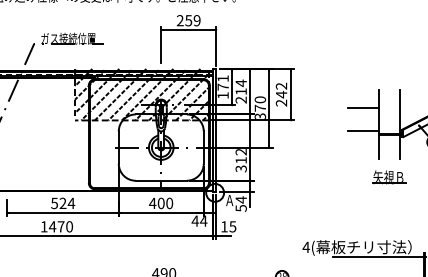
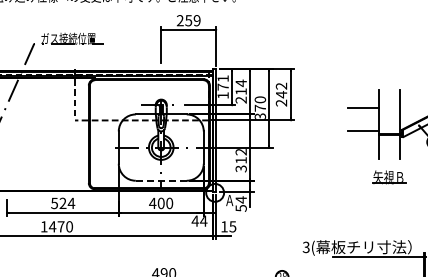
hatch at (141, 94): present -> none
line at (160, 180): solid -> dashed
text at (305, 247): 4( -> 3(
